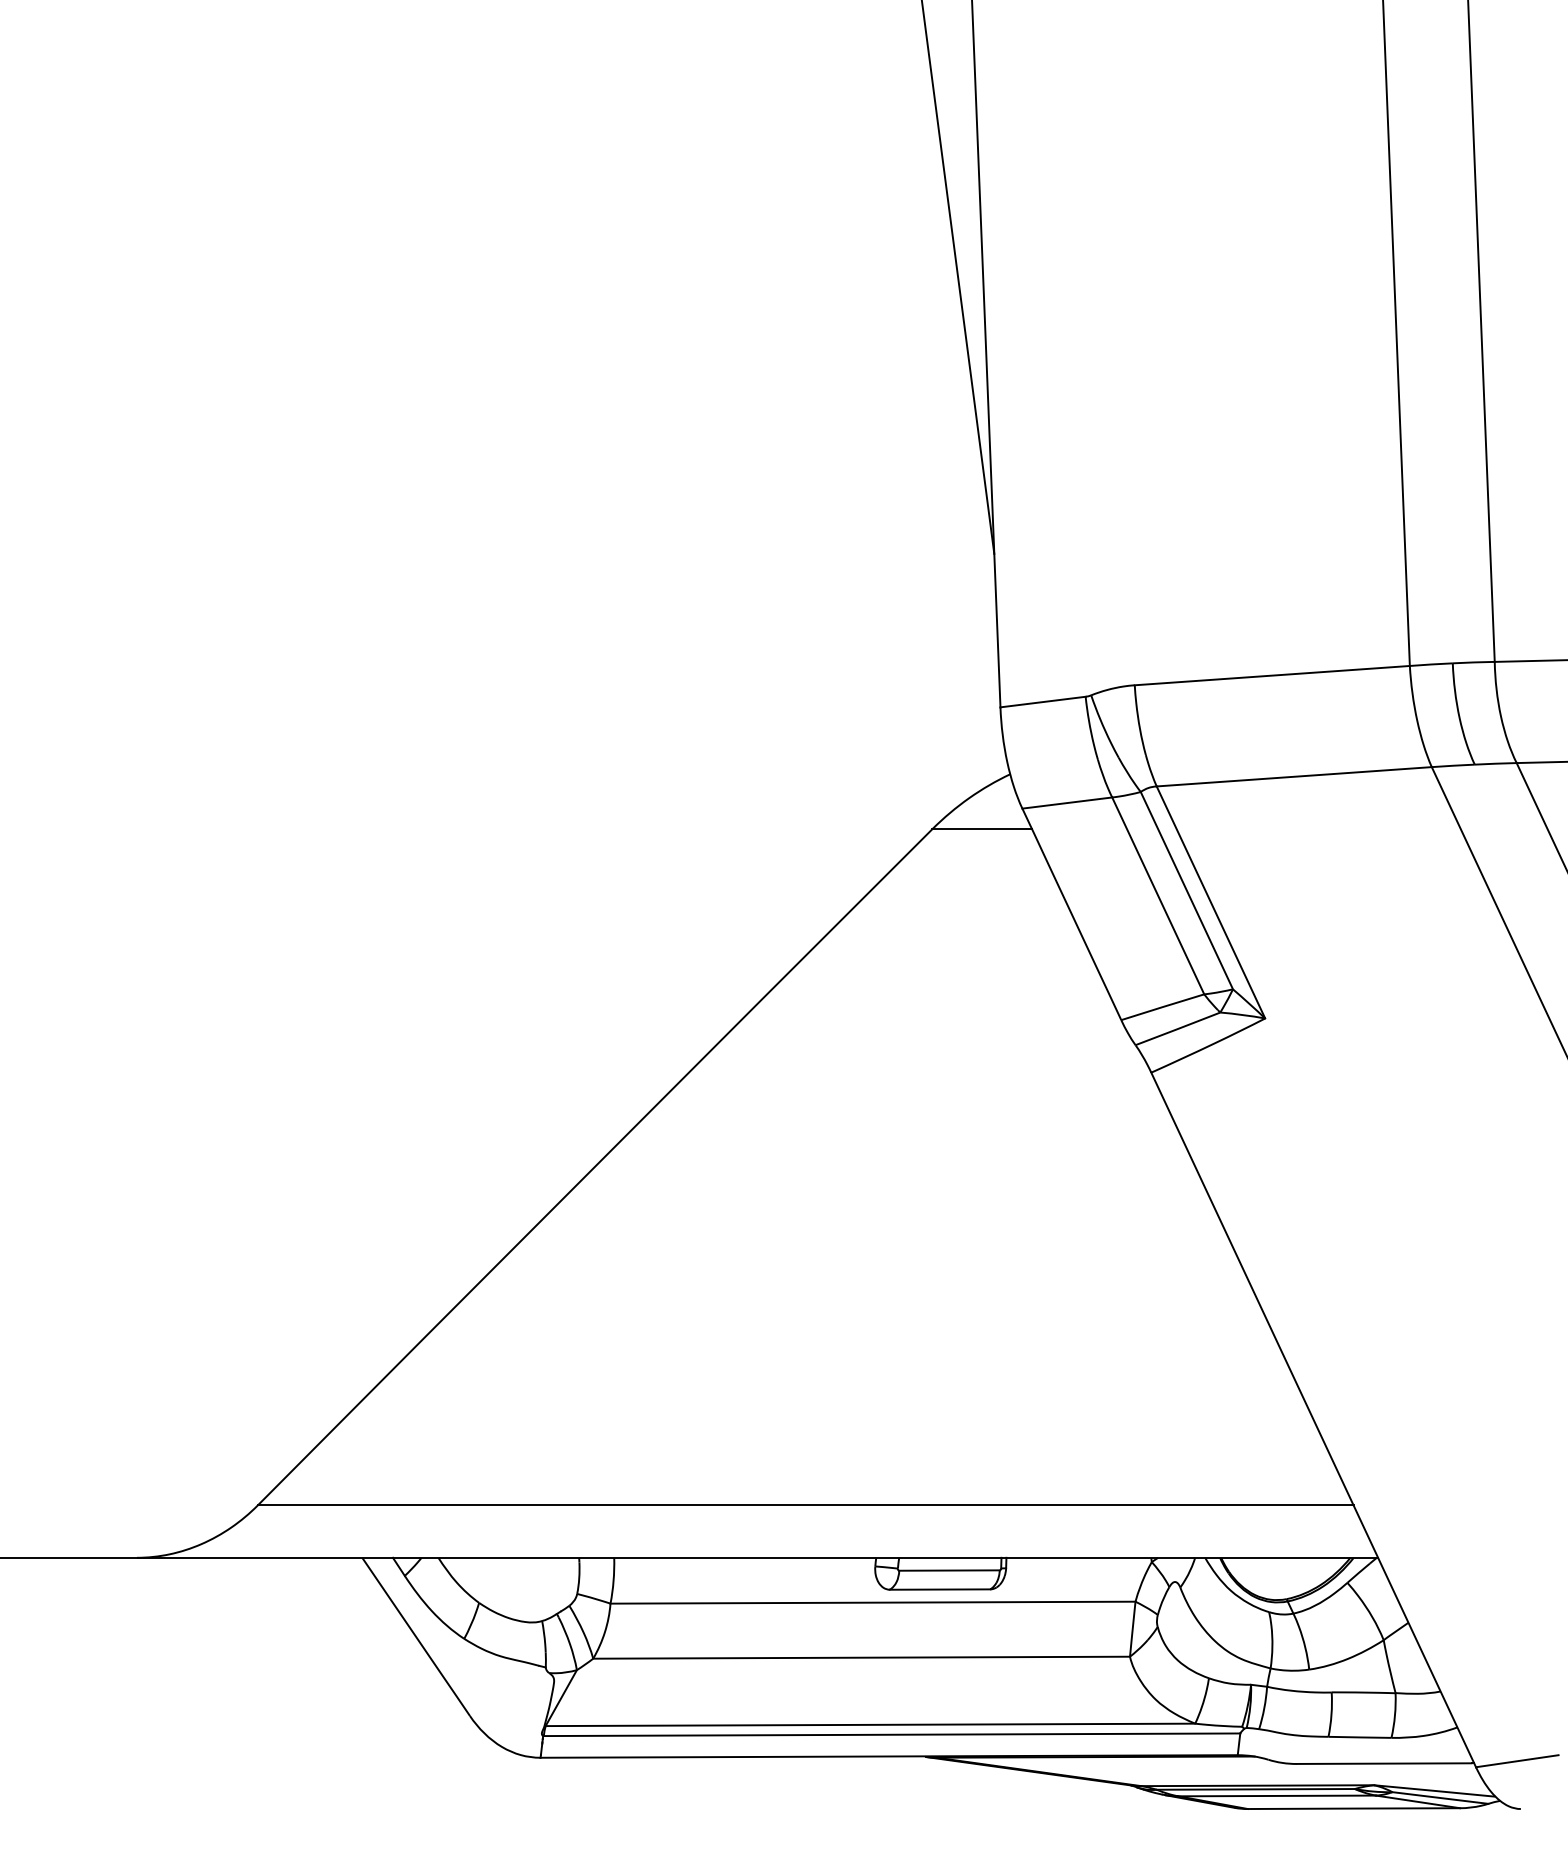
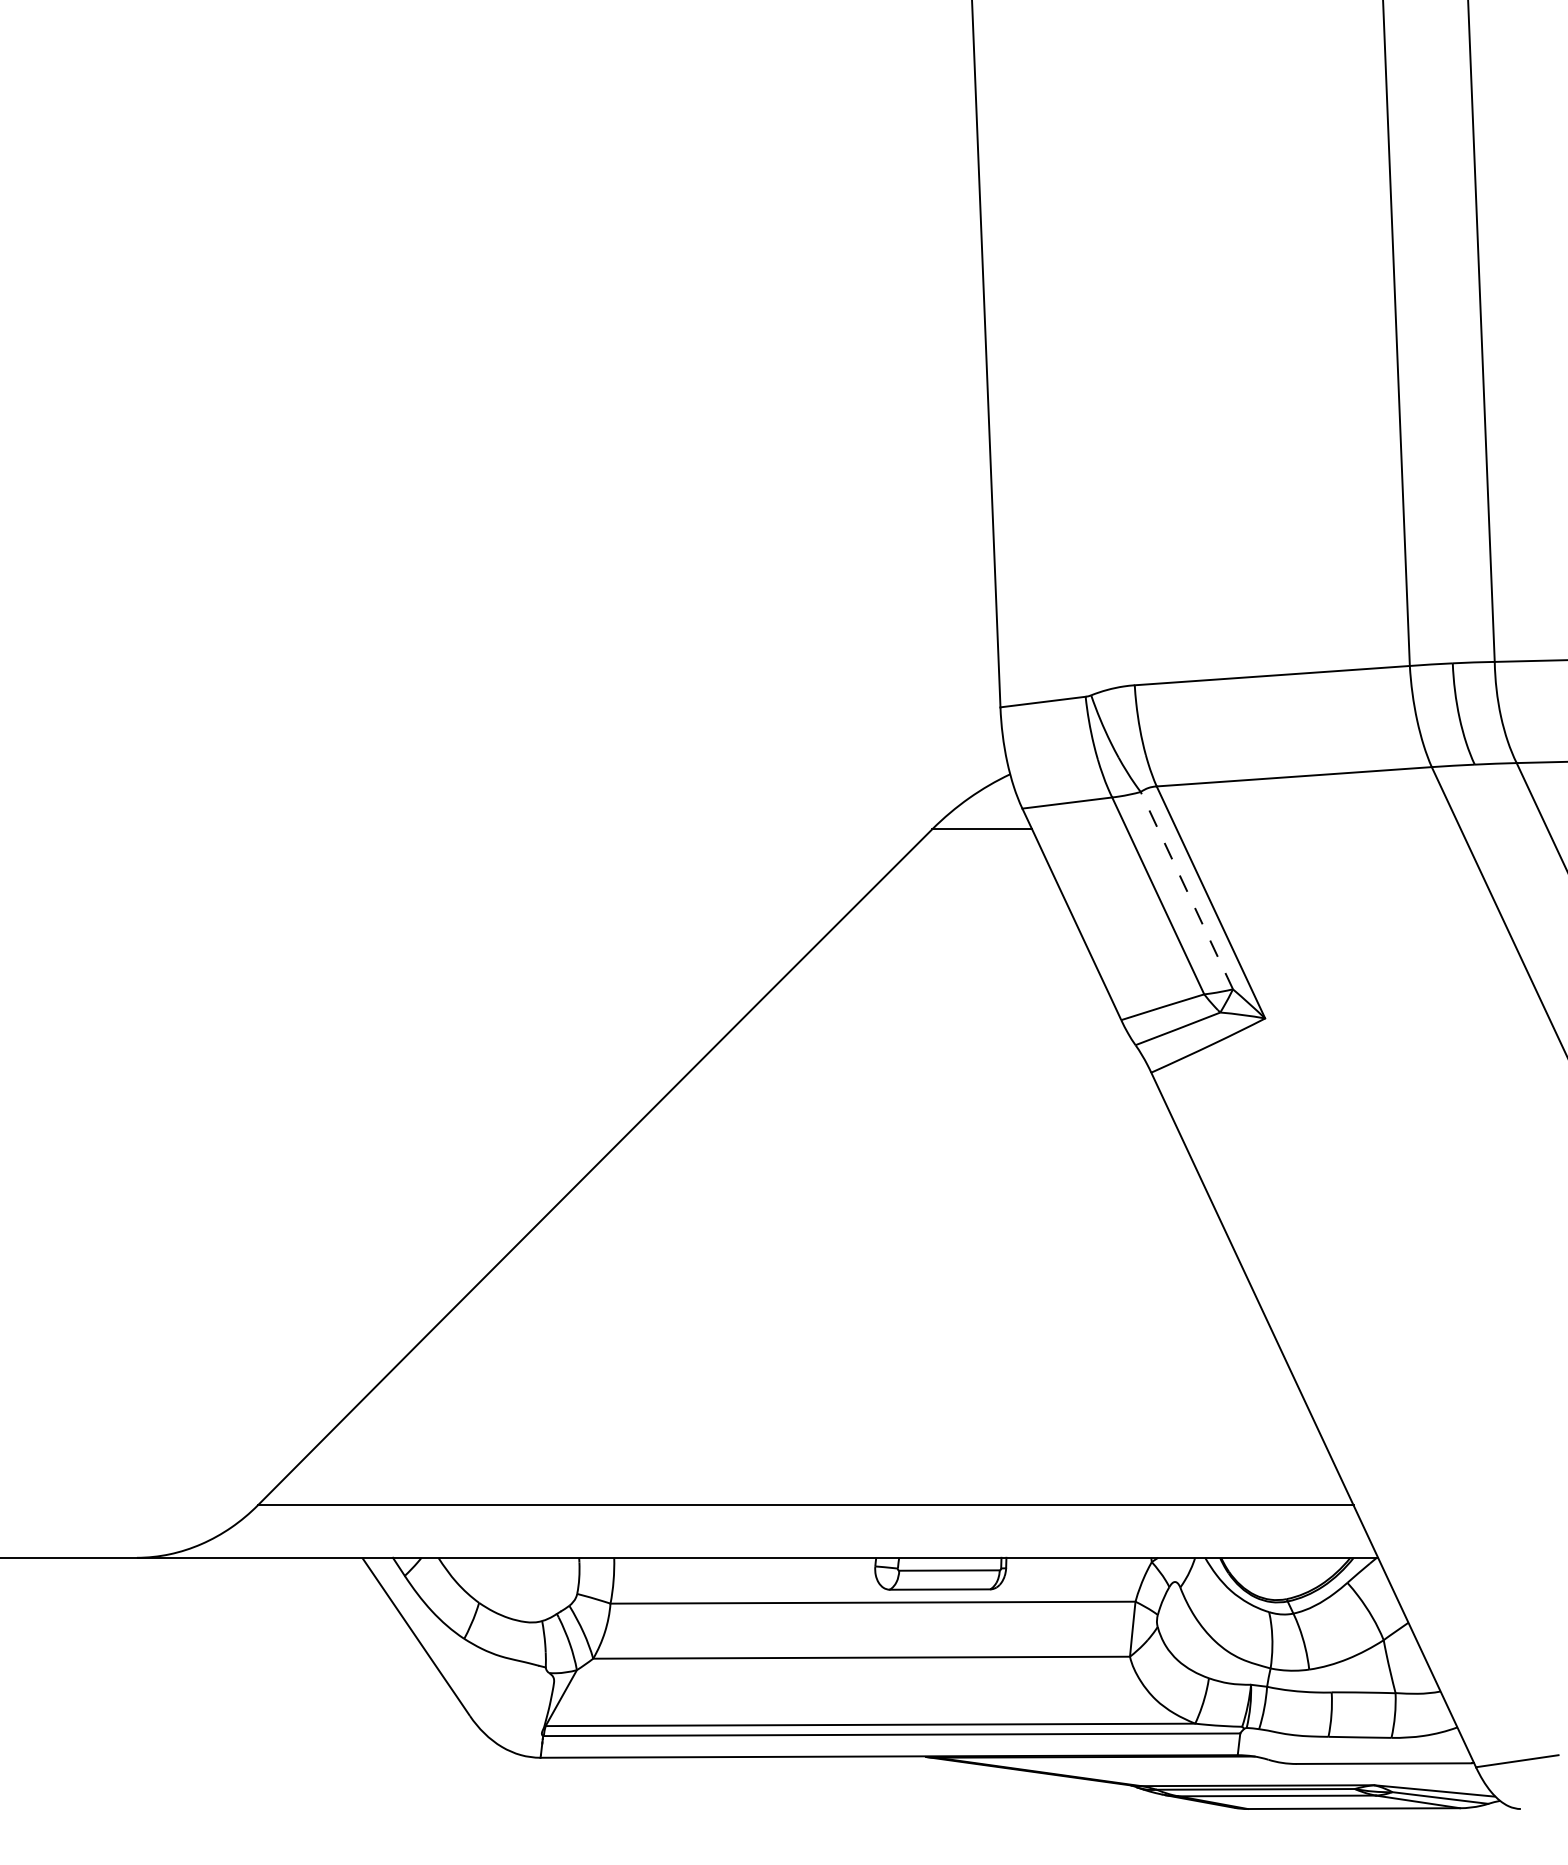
line at (958, 277): present -> none
line at (1186, 890): solid -> dashed
